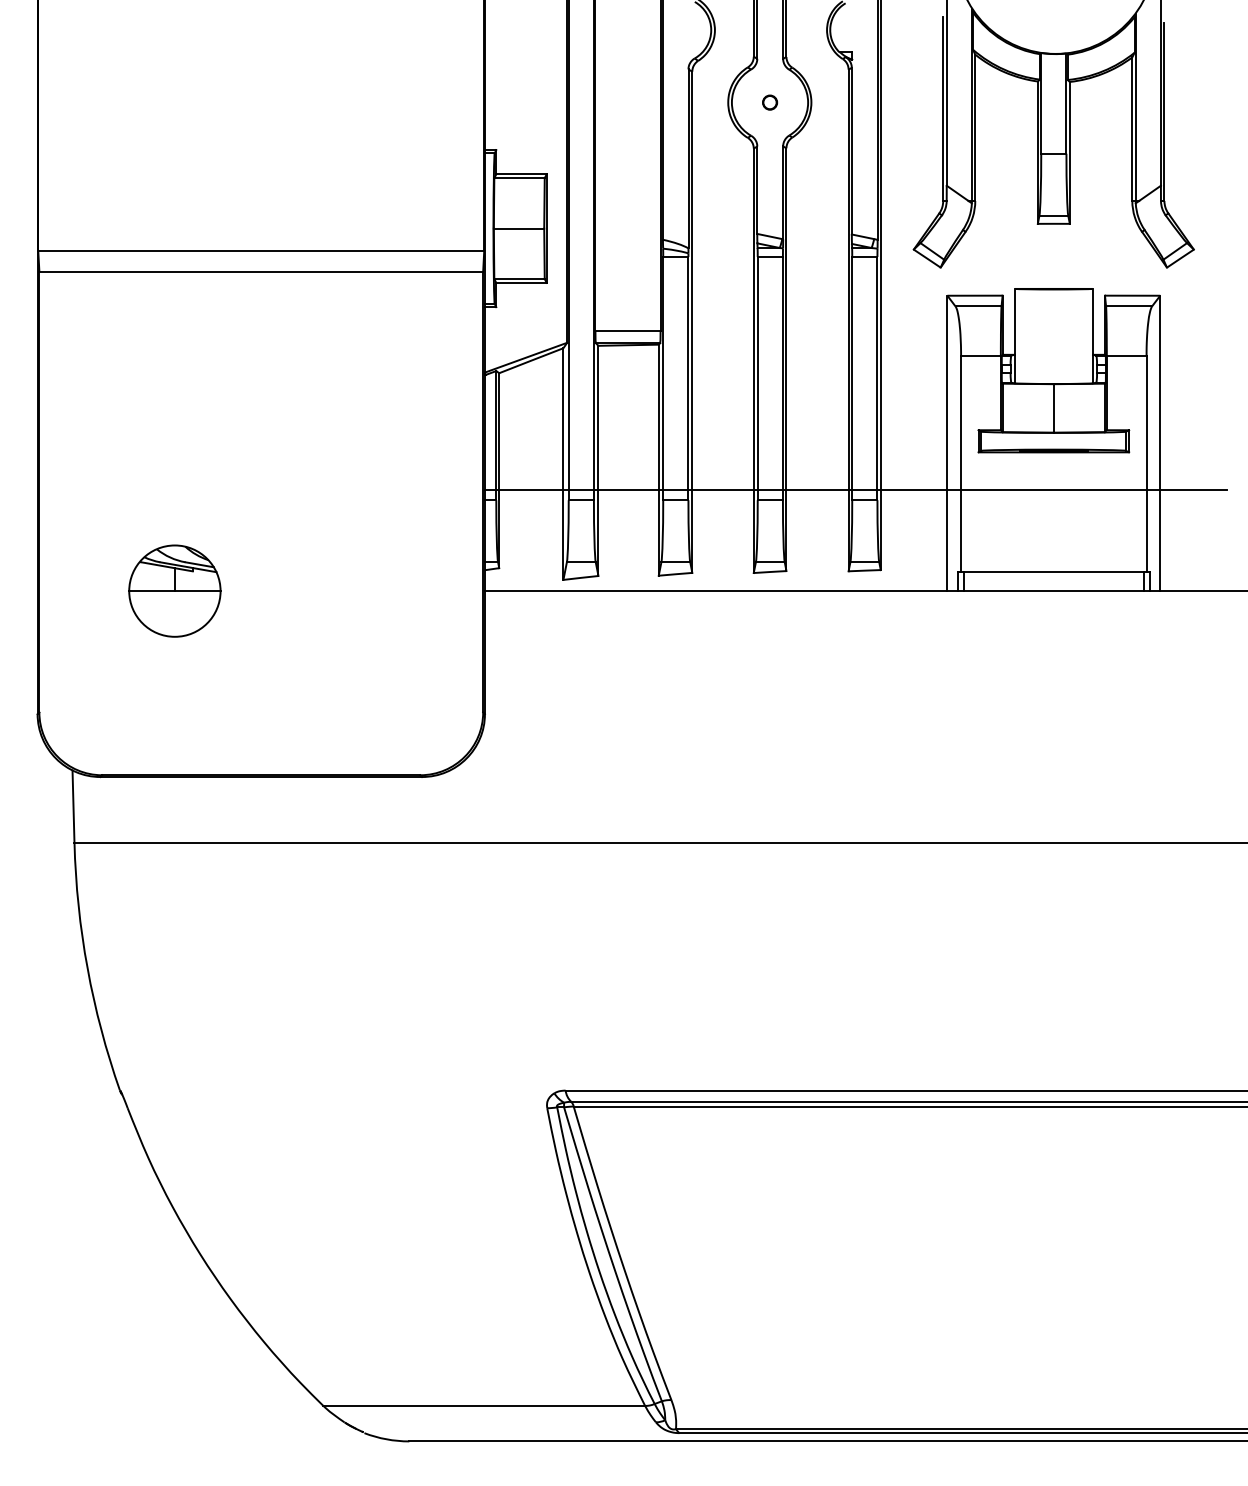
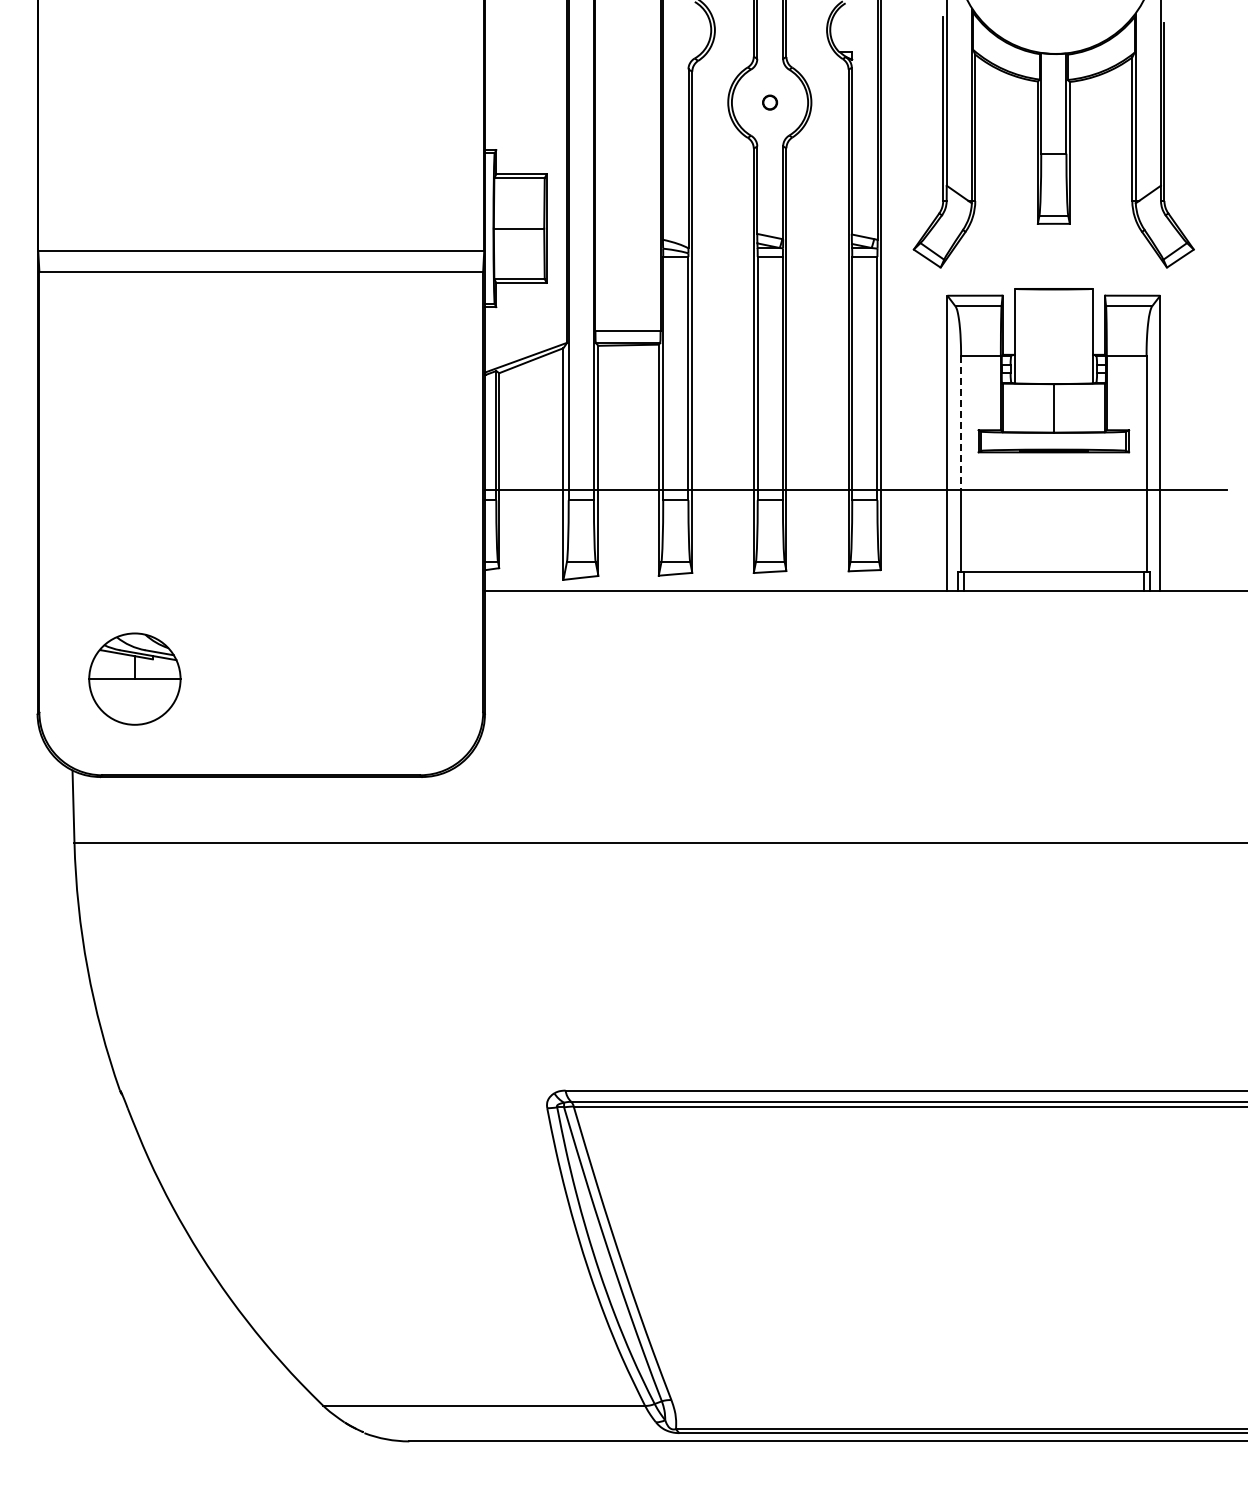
line at (961, 423): solid -> dashed
part at (174, 590) position: (174, 590) -> (134, 678)
